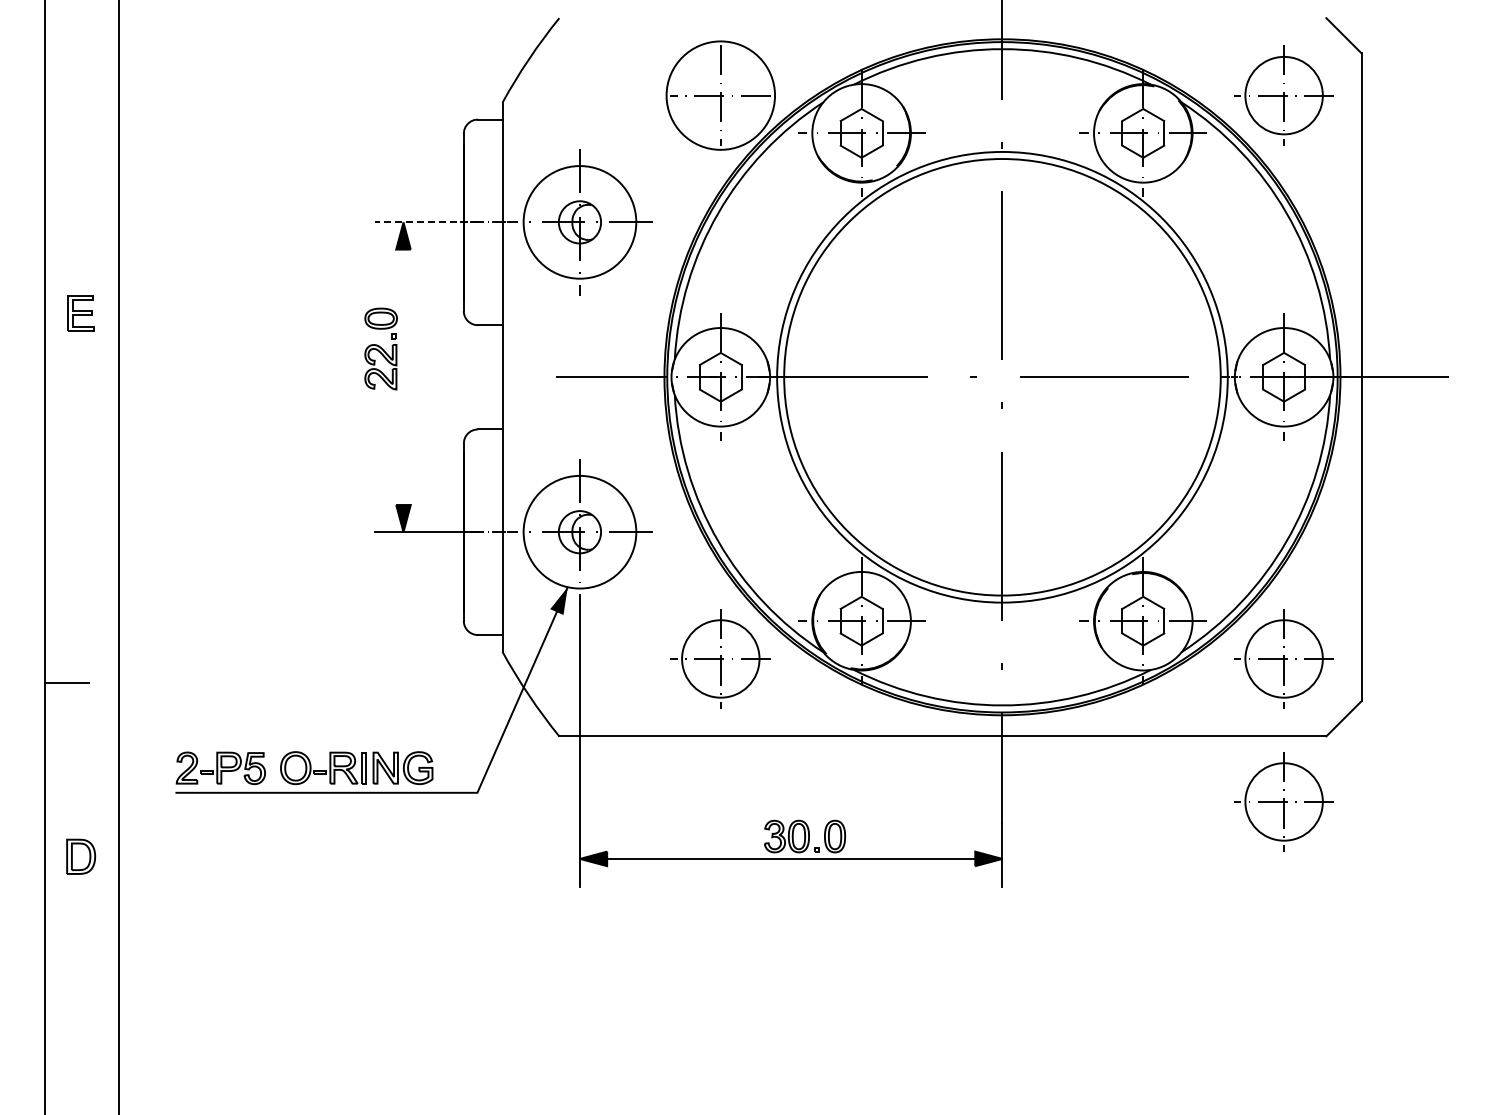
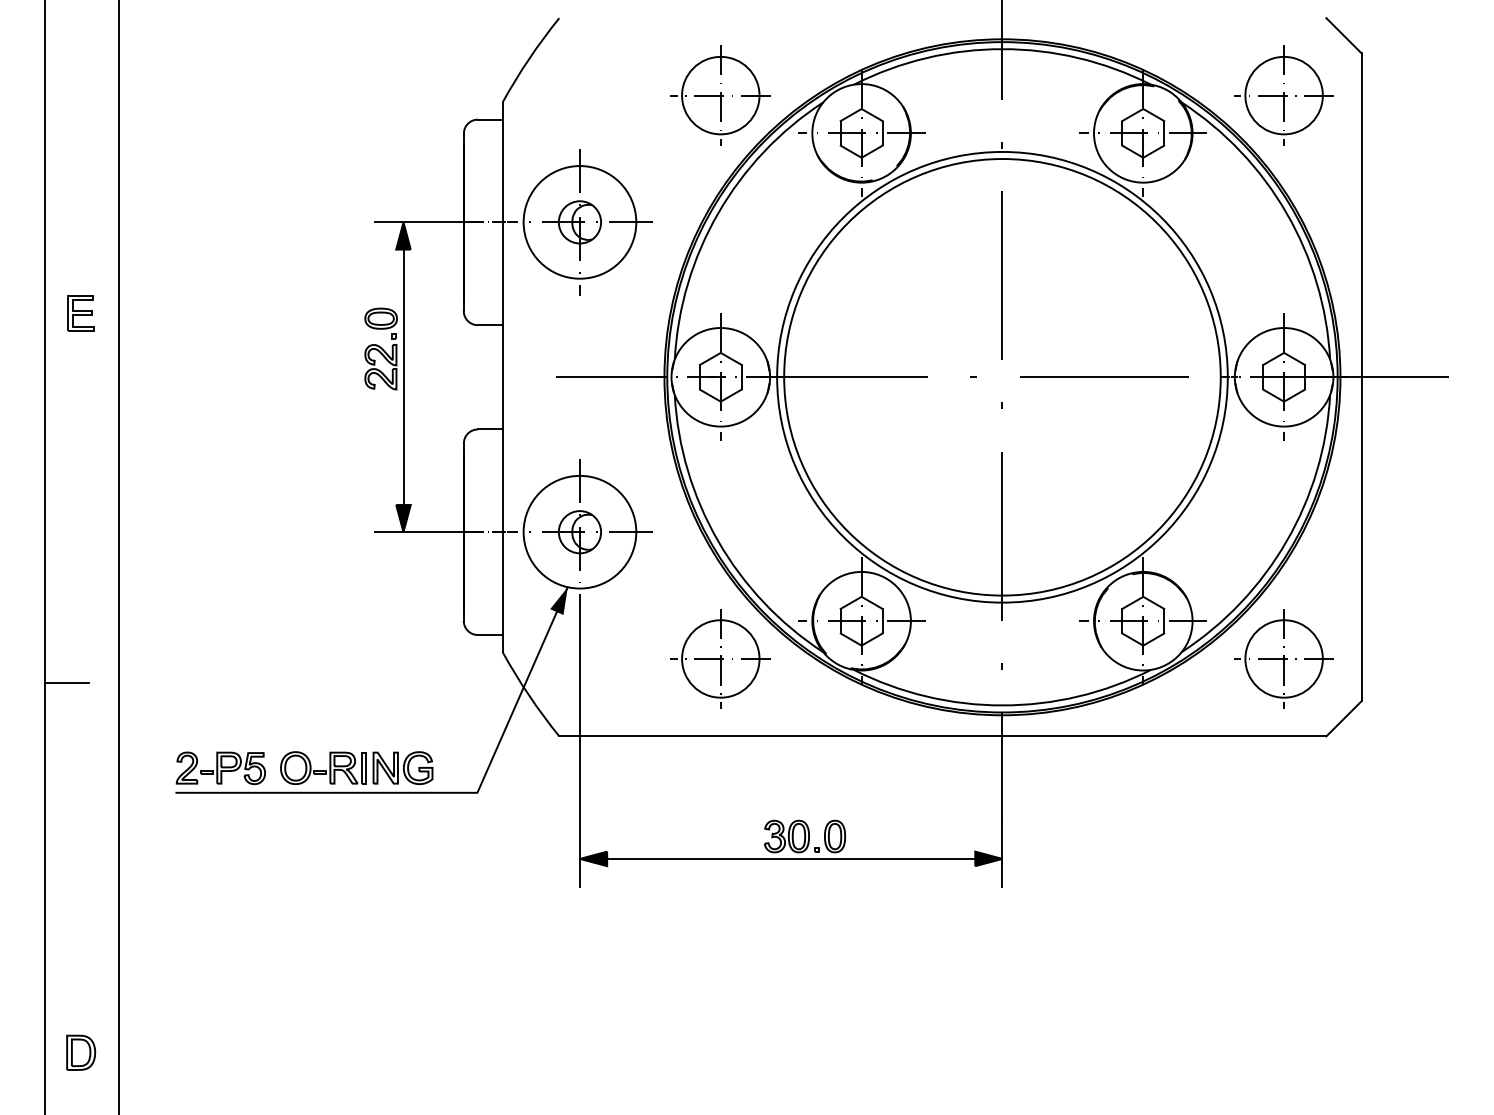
circle at (720, 95) diameter: 108 px -> 77 px
line at (426, 222): dashed -> solid
line at (403, 377): none -> present
part at (1283, 801): present -> none
part at (81, 856) position: (81, 856) -> (81, 1052)
